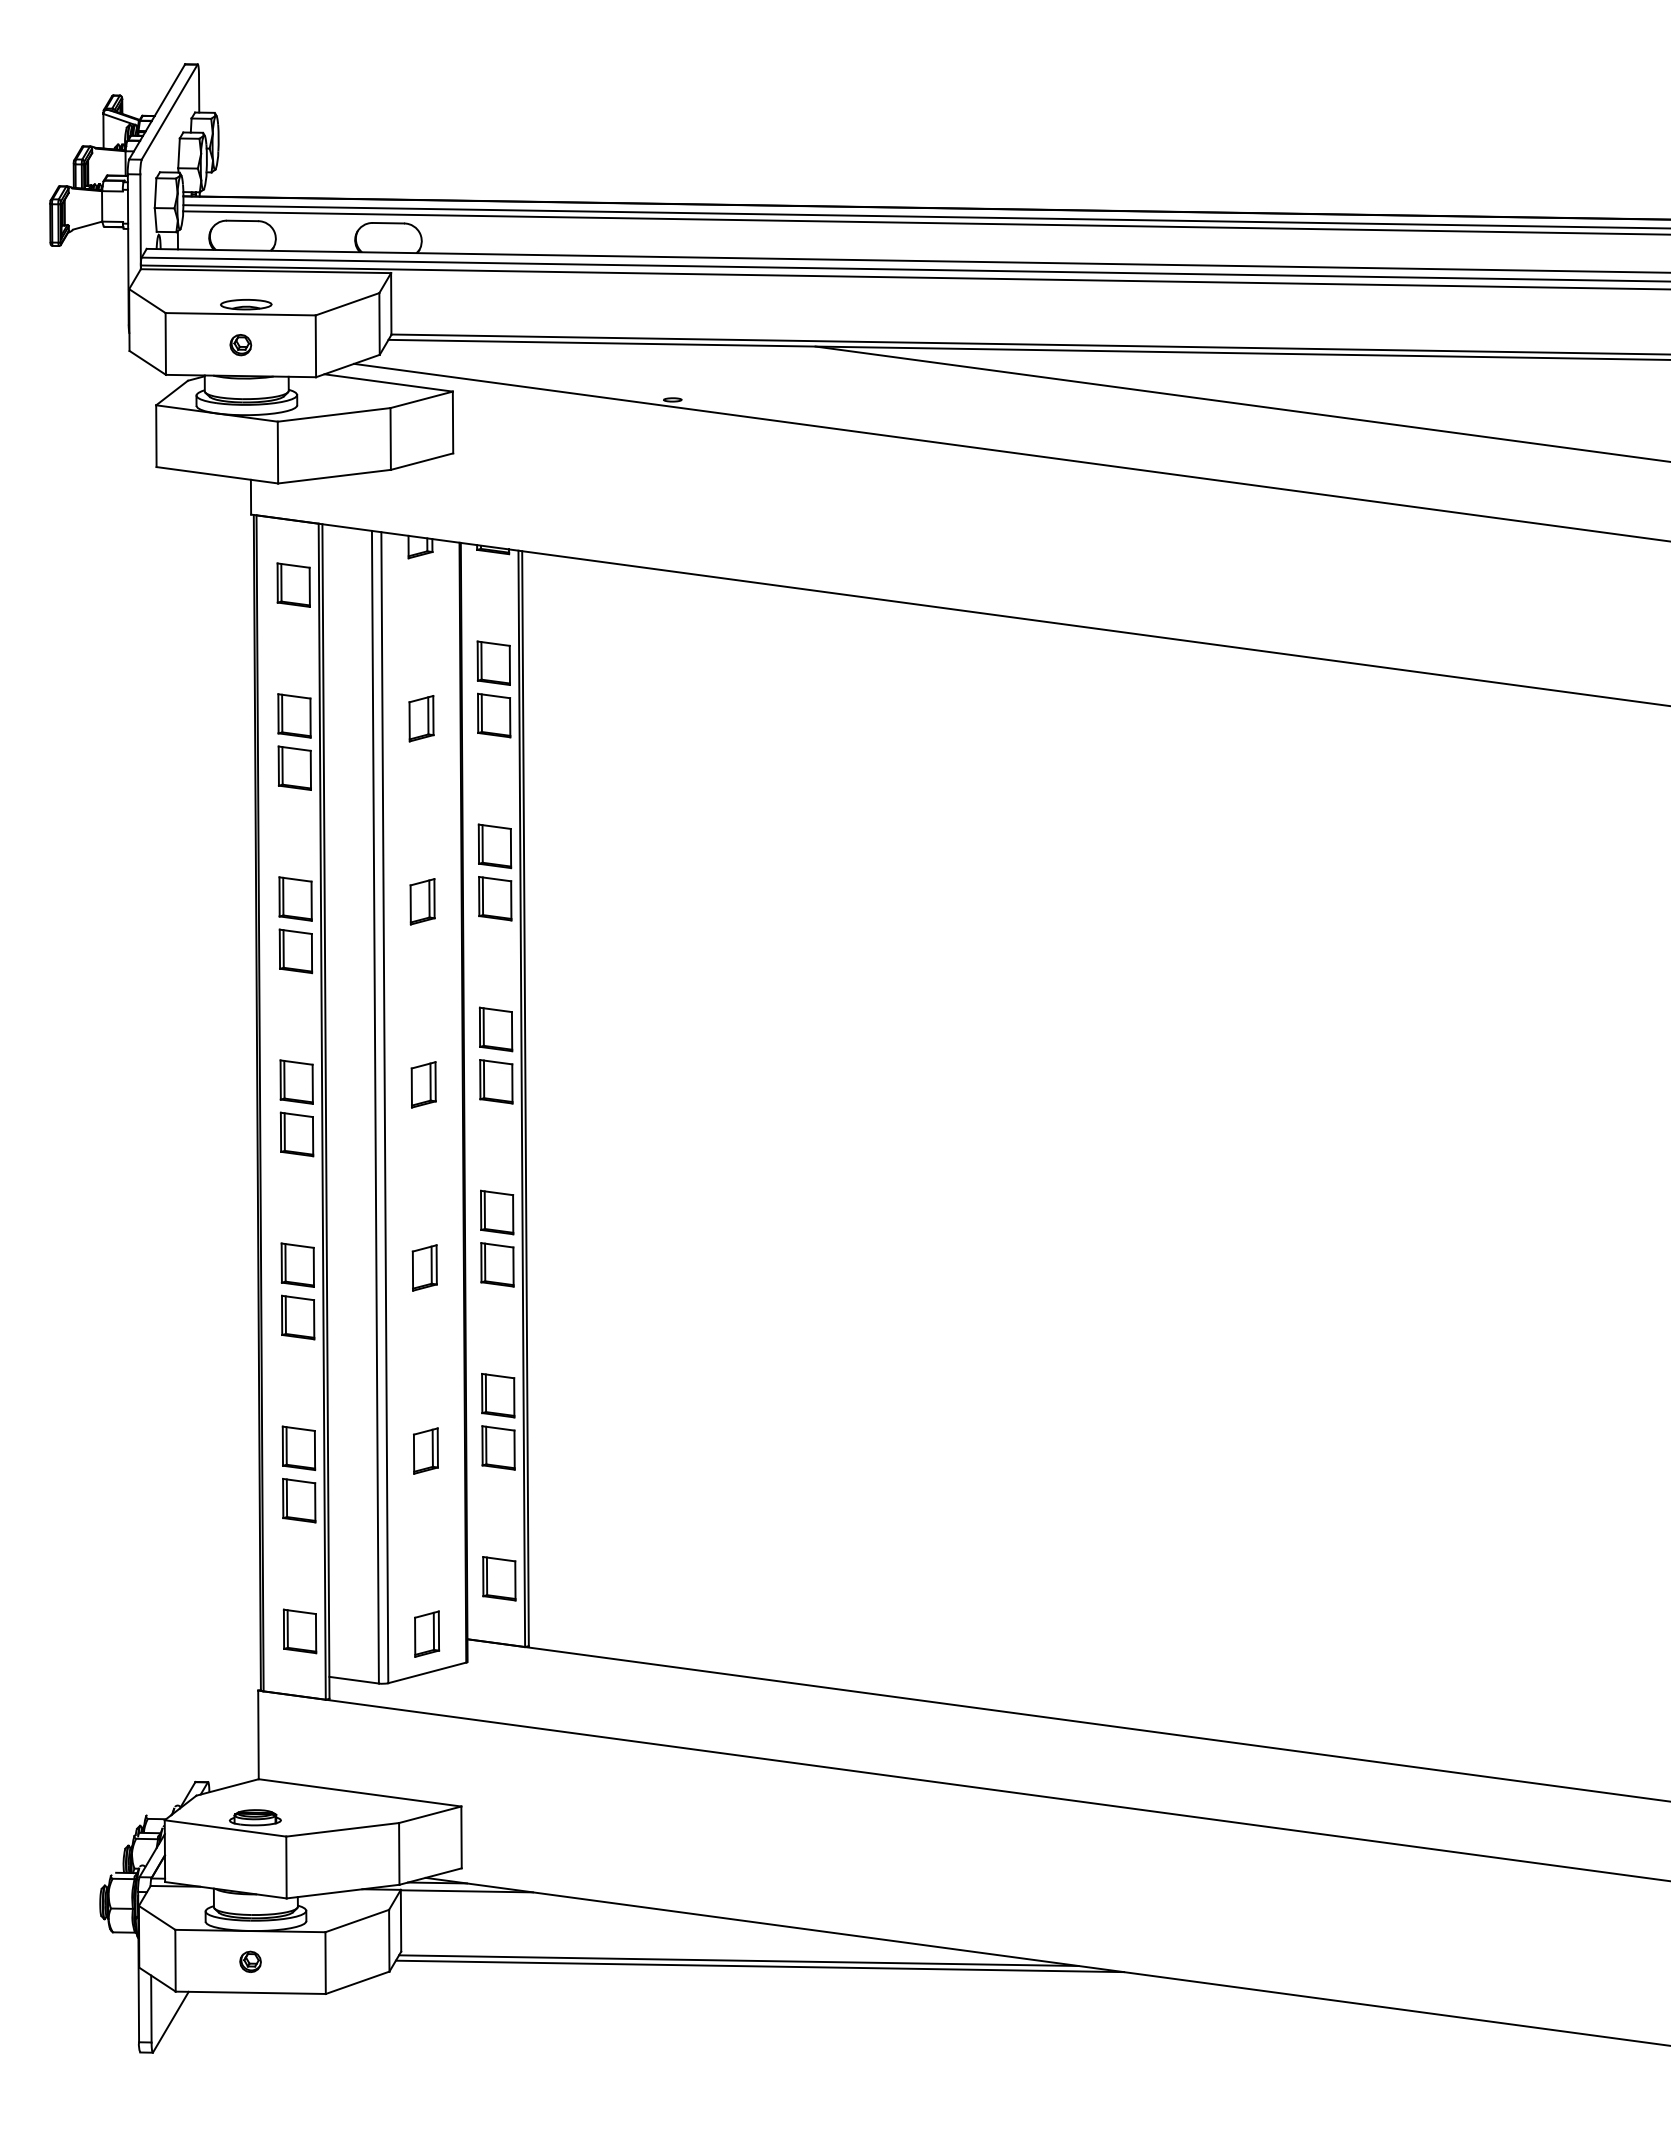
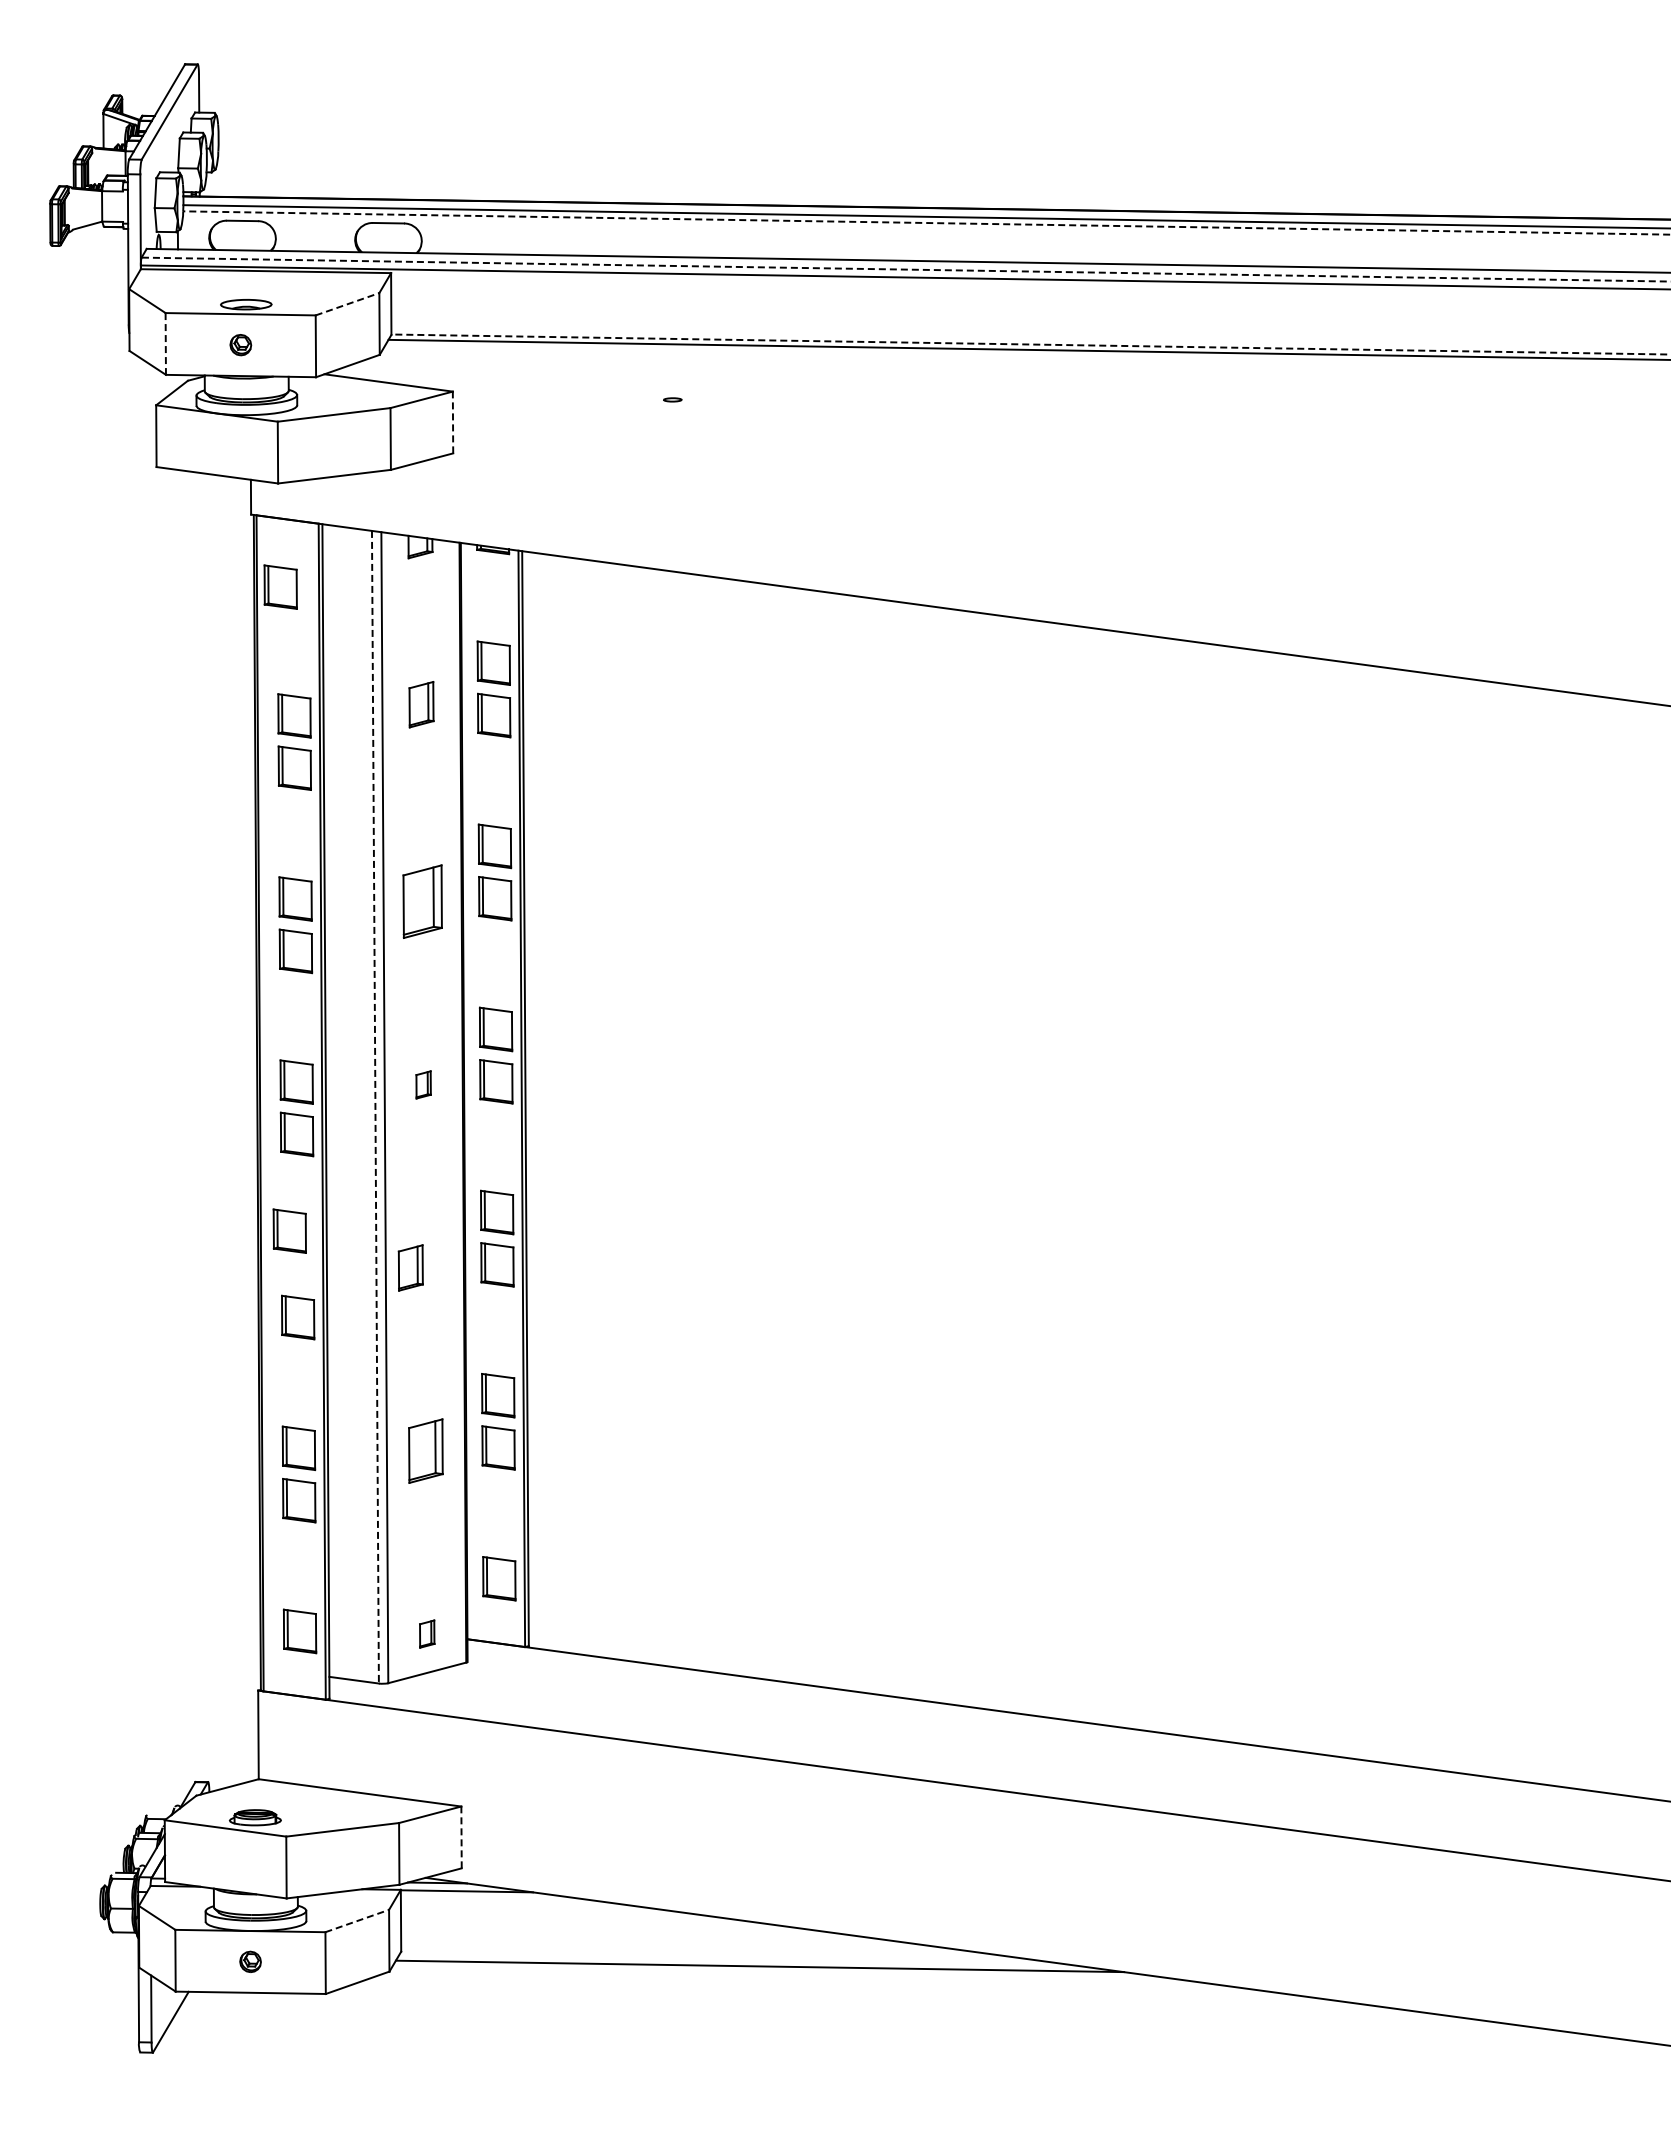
line at (926, 223): solid -> dashed
line at (905, 269): solid -> dashed
line at (347, 304): solid -> dashed
line at (165, 343): solid -> dashed
line at (1030, 344): solid -> dashed
line at (1241, 403): present -> none
line at (453, 422): solid -> dashed
line at (1010, 452): present -> none
part at (293, 584) position: (293, 584) -> (280, 586)
part at (421, 718) position: (421, 718) -> (421, 704)
part at (422, 901) size: 27x48 px -> 41x75 px
part at (423, 1084) size: 27x48 px -> 17x30 px
line at (375, 1107): solid -> dashed
part at (297, 1264) position: (297, 1264) -> (289, 1230)
part at (424, 1267) position: (424, 1267) -> (410, 1267)
part at (425, 1450) size: 26x48 px -> 36x66 px
part at (427, 1633) size: 27x48 px -> 17x30 px
line at (461, 1837): solid -> dashed
line at (357, 1921): solid -> dashed
line at (738, 1960): present -> none
